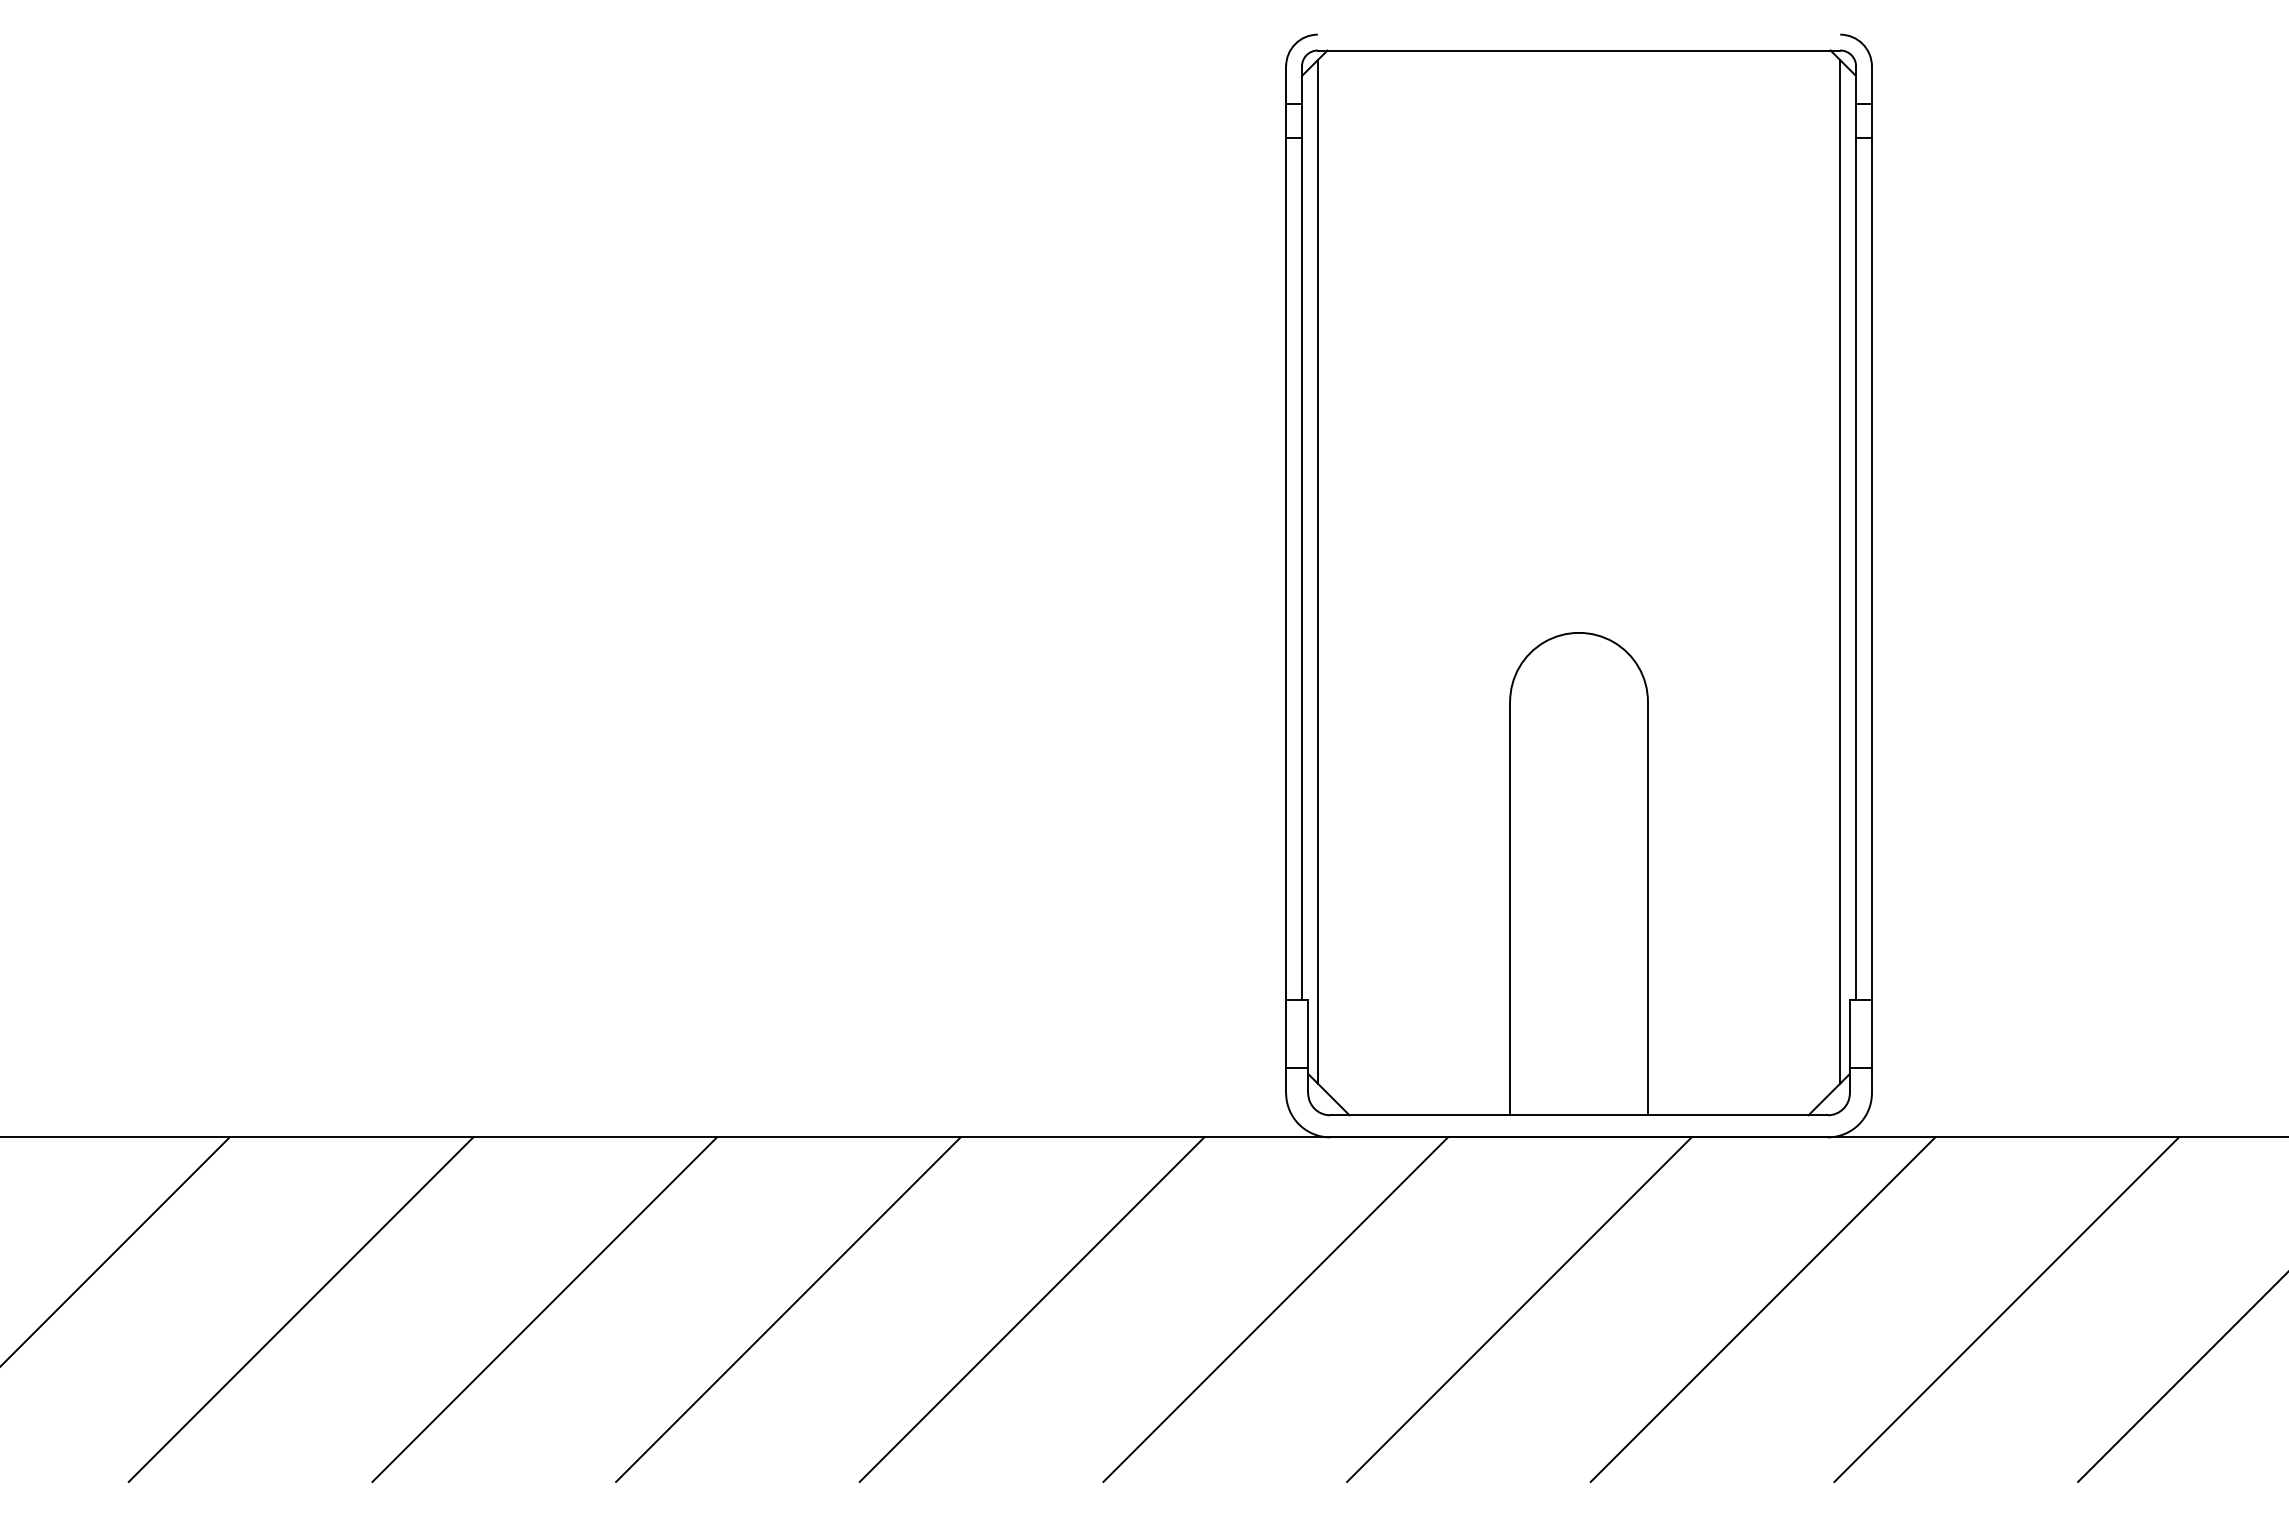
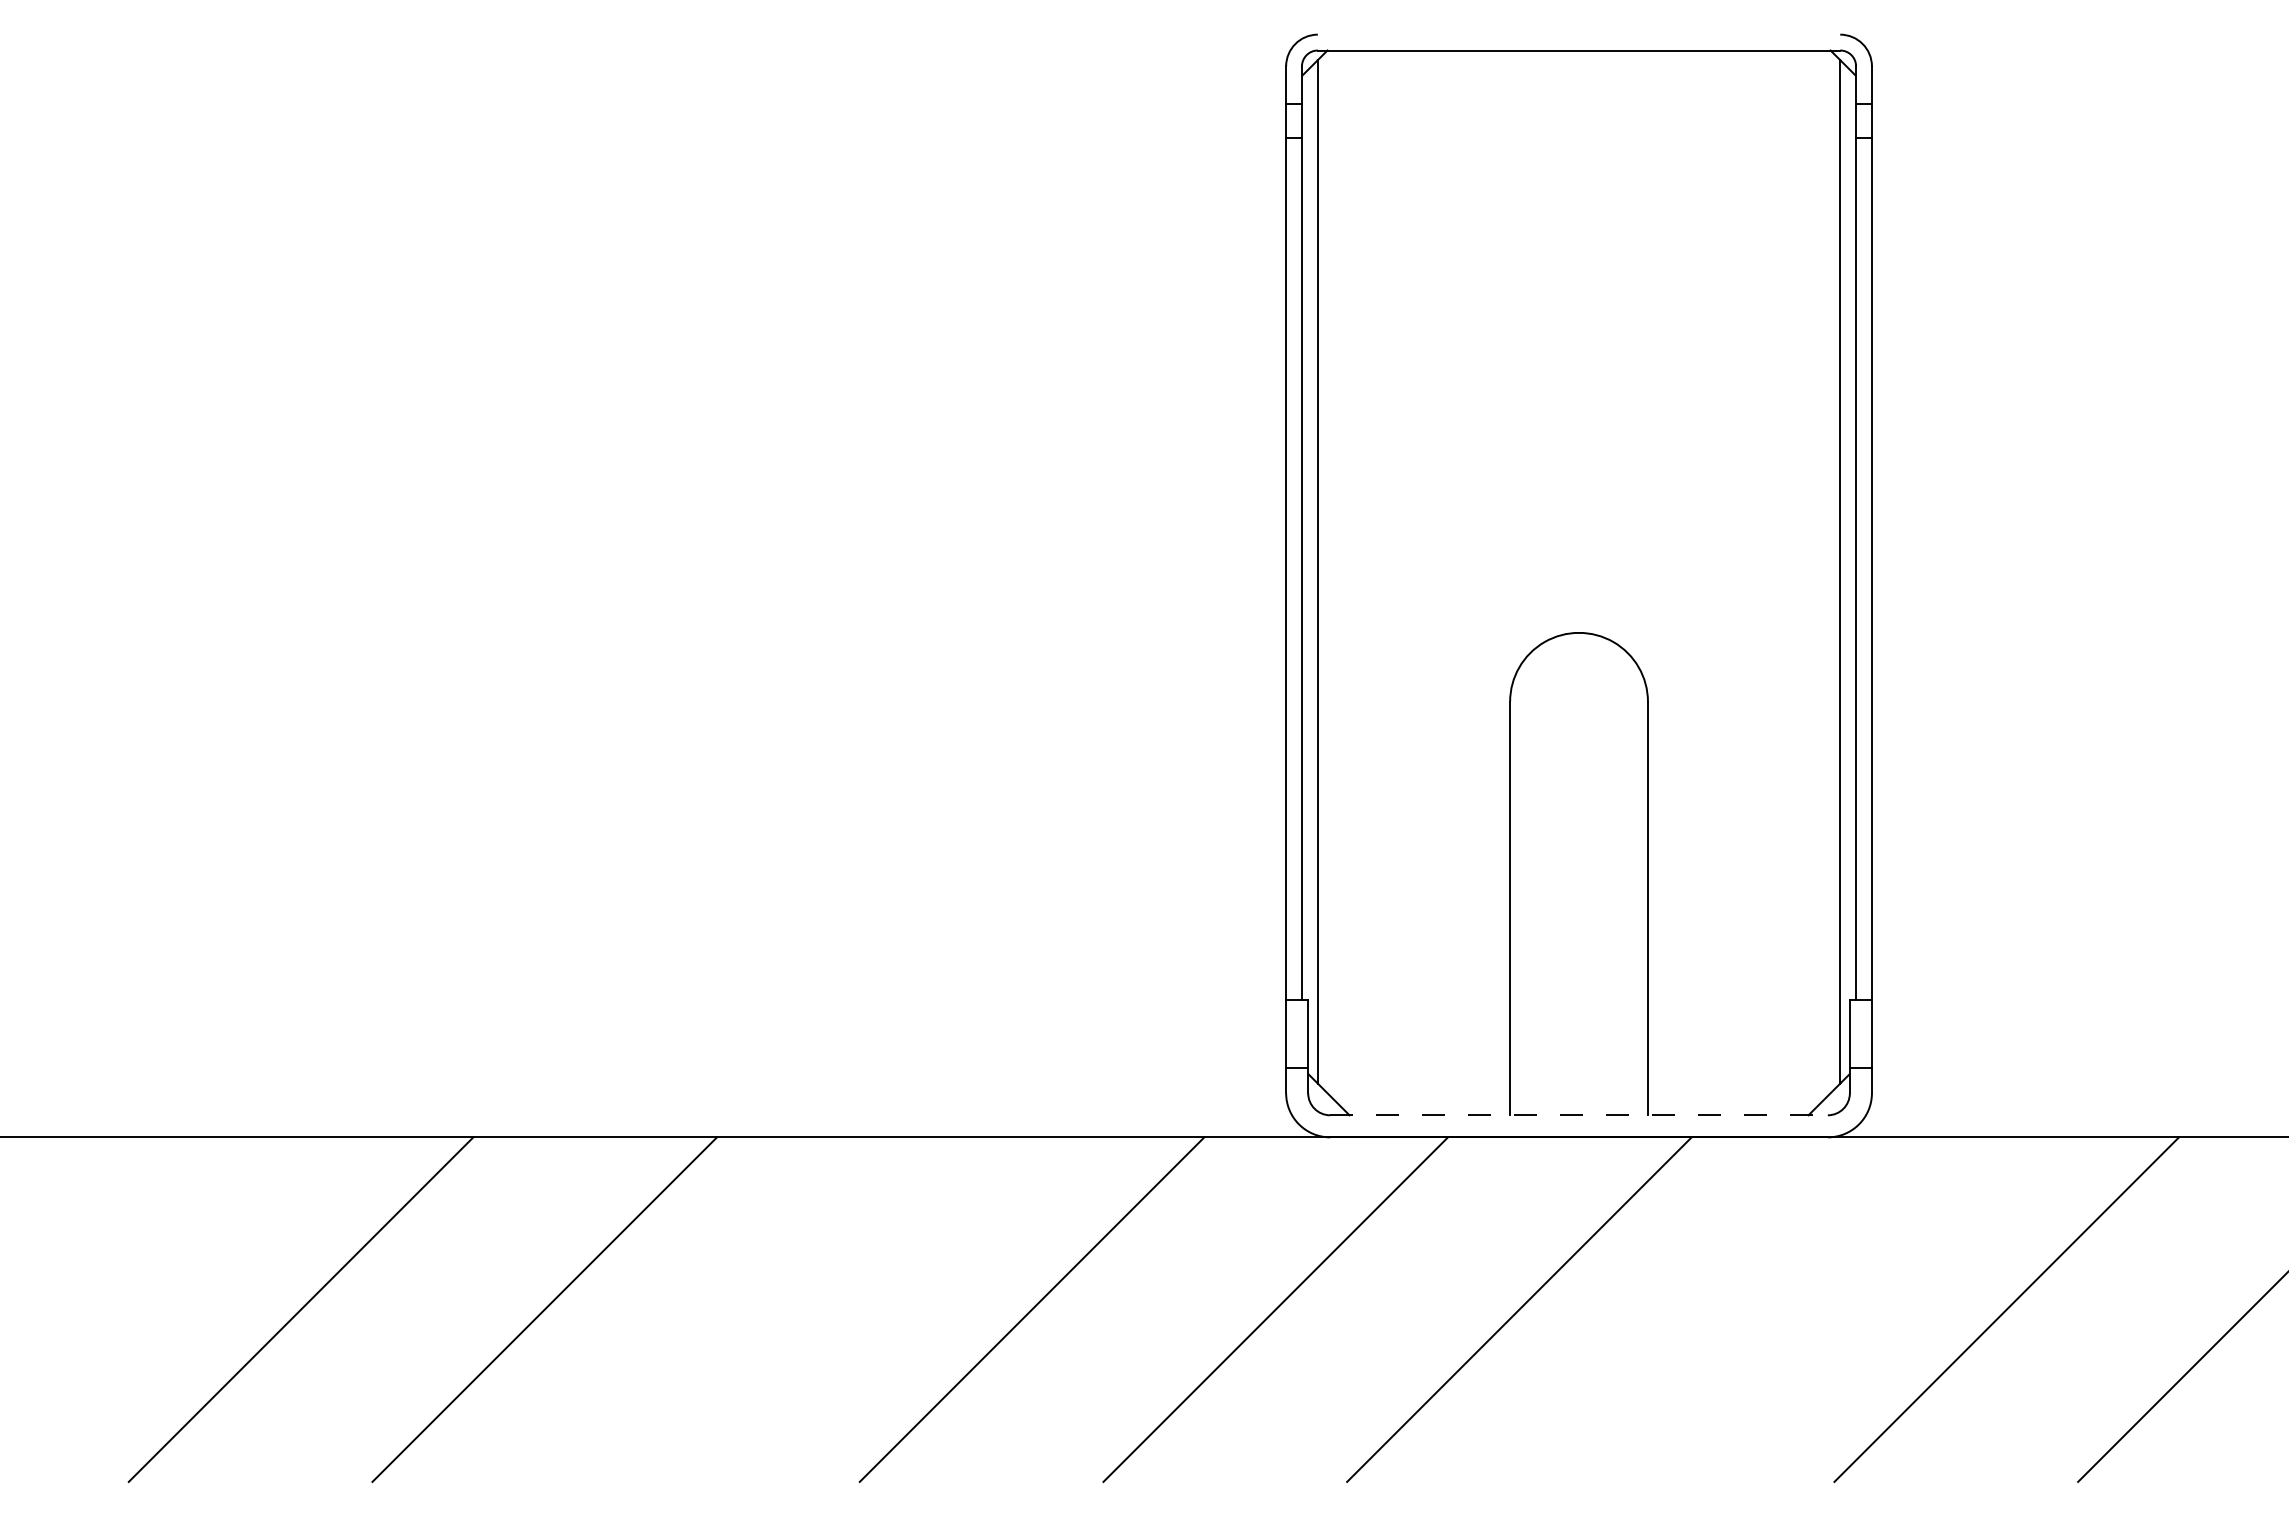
line at (1579, 1115): solid -> dashed
line at (115, 1250): present -> none
line at (788, 1309): present -> none
line at (1762, 1309): present -> none
